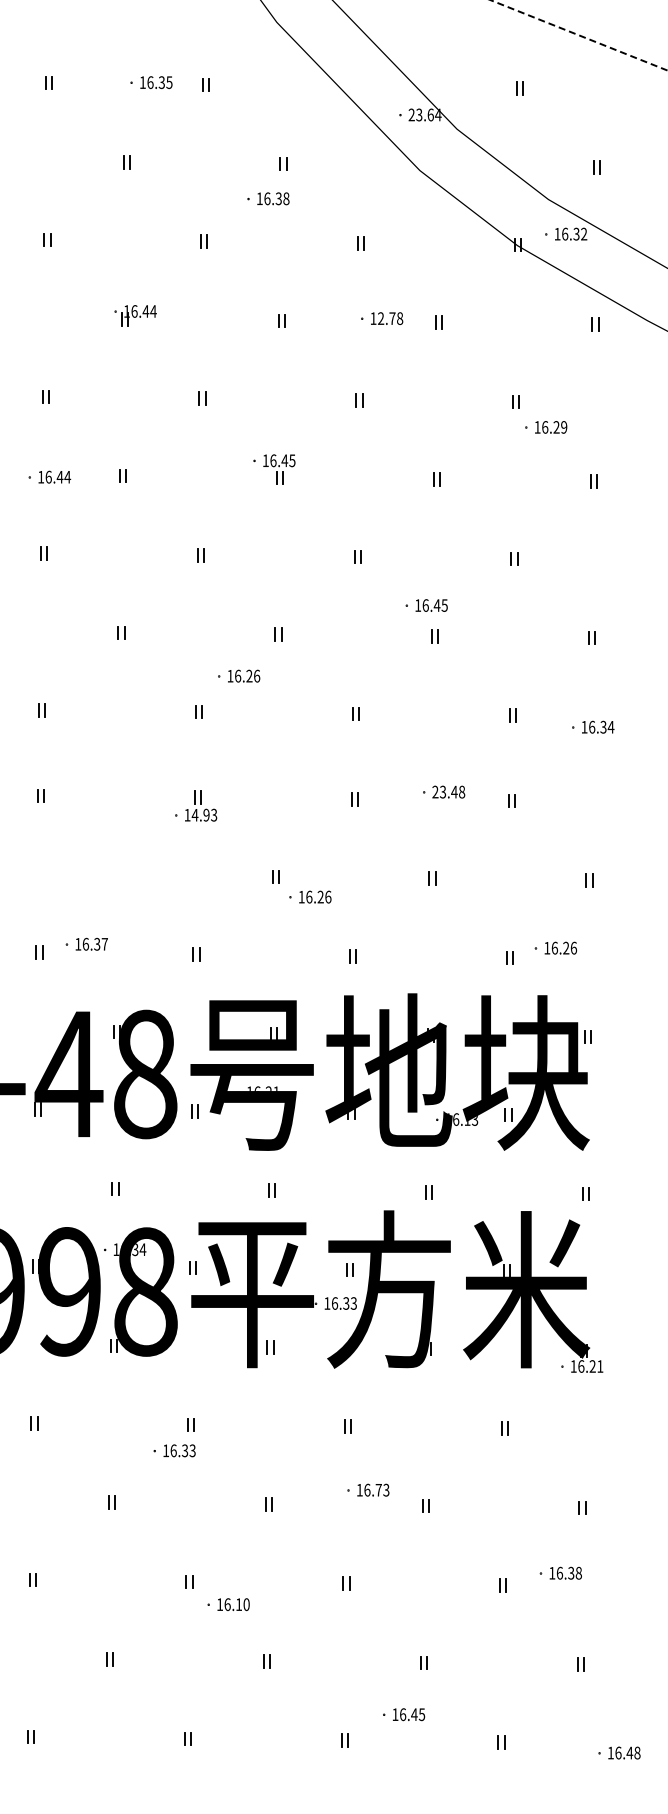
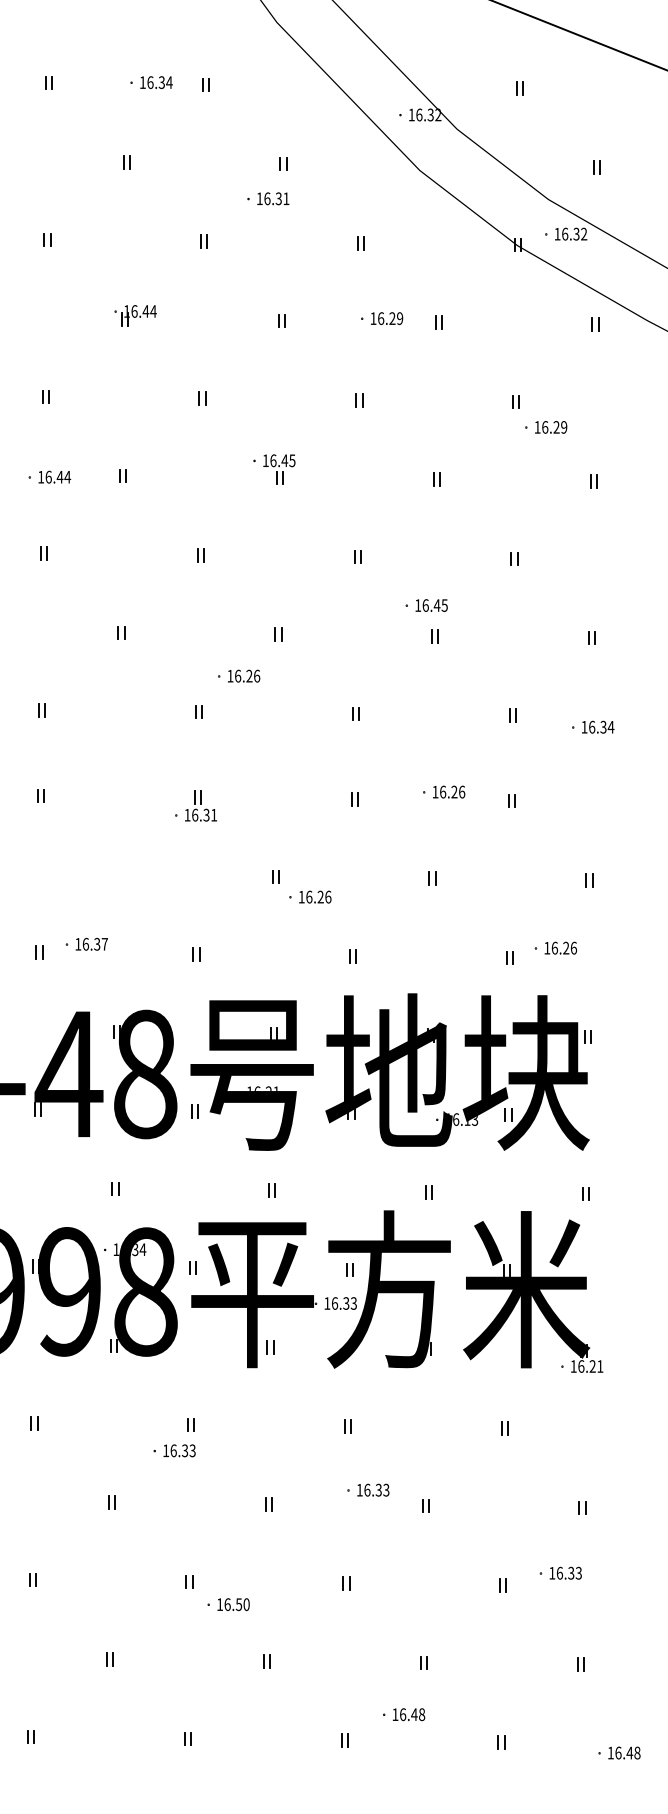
line at (579, 35): dashed -> solid
text at (169, 82): 16.35 -> 16.34
text at (424, 114): 23.64 -> 16.32
text at (286, 198): 16.38 -> 16.31
text at (390, 318): 12.78 -> 16.29
text at (448, 791): 23.48 -> 16.26
text at (204, 814): 14.93 -> 16.31
text at (378, 1489): 16.73 -> 16.33
text at (578, 1573): 16.38 -> 16.33
text at (238, 1604): 16.10 -> 16.50
text at (421, 1714): 16.45 -> 16.48
